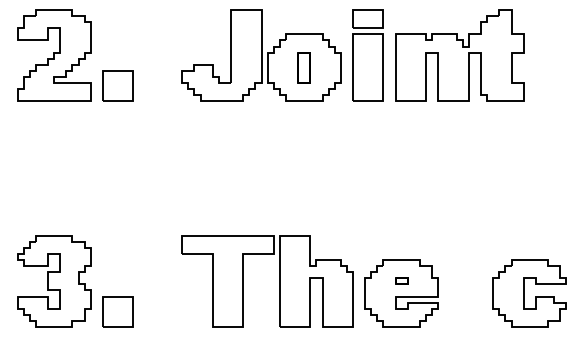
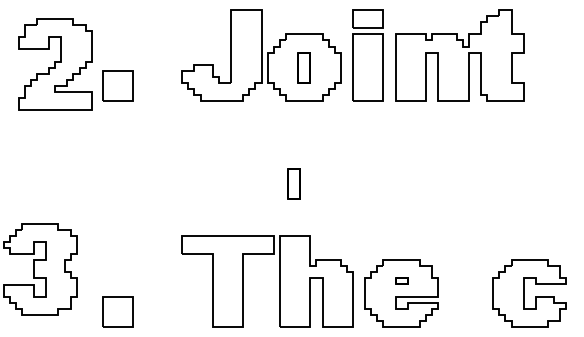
part at (54, 55) position: (54, 55) -> (55, 64)
part at (293, 183): none -> present
part at (54, 281) position: (54, 281) -> (40, 269)
